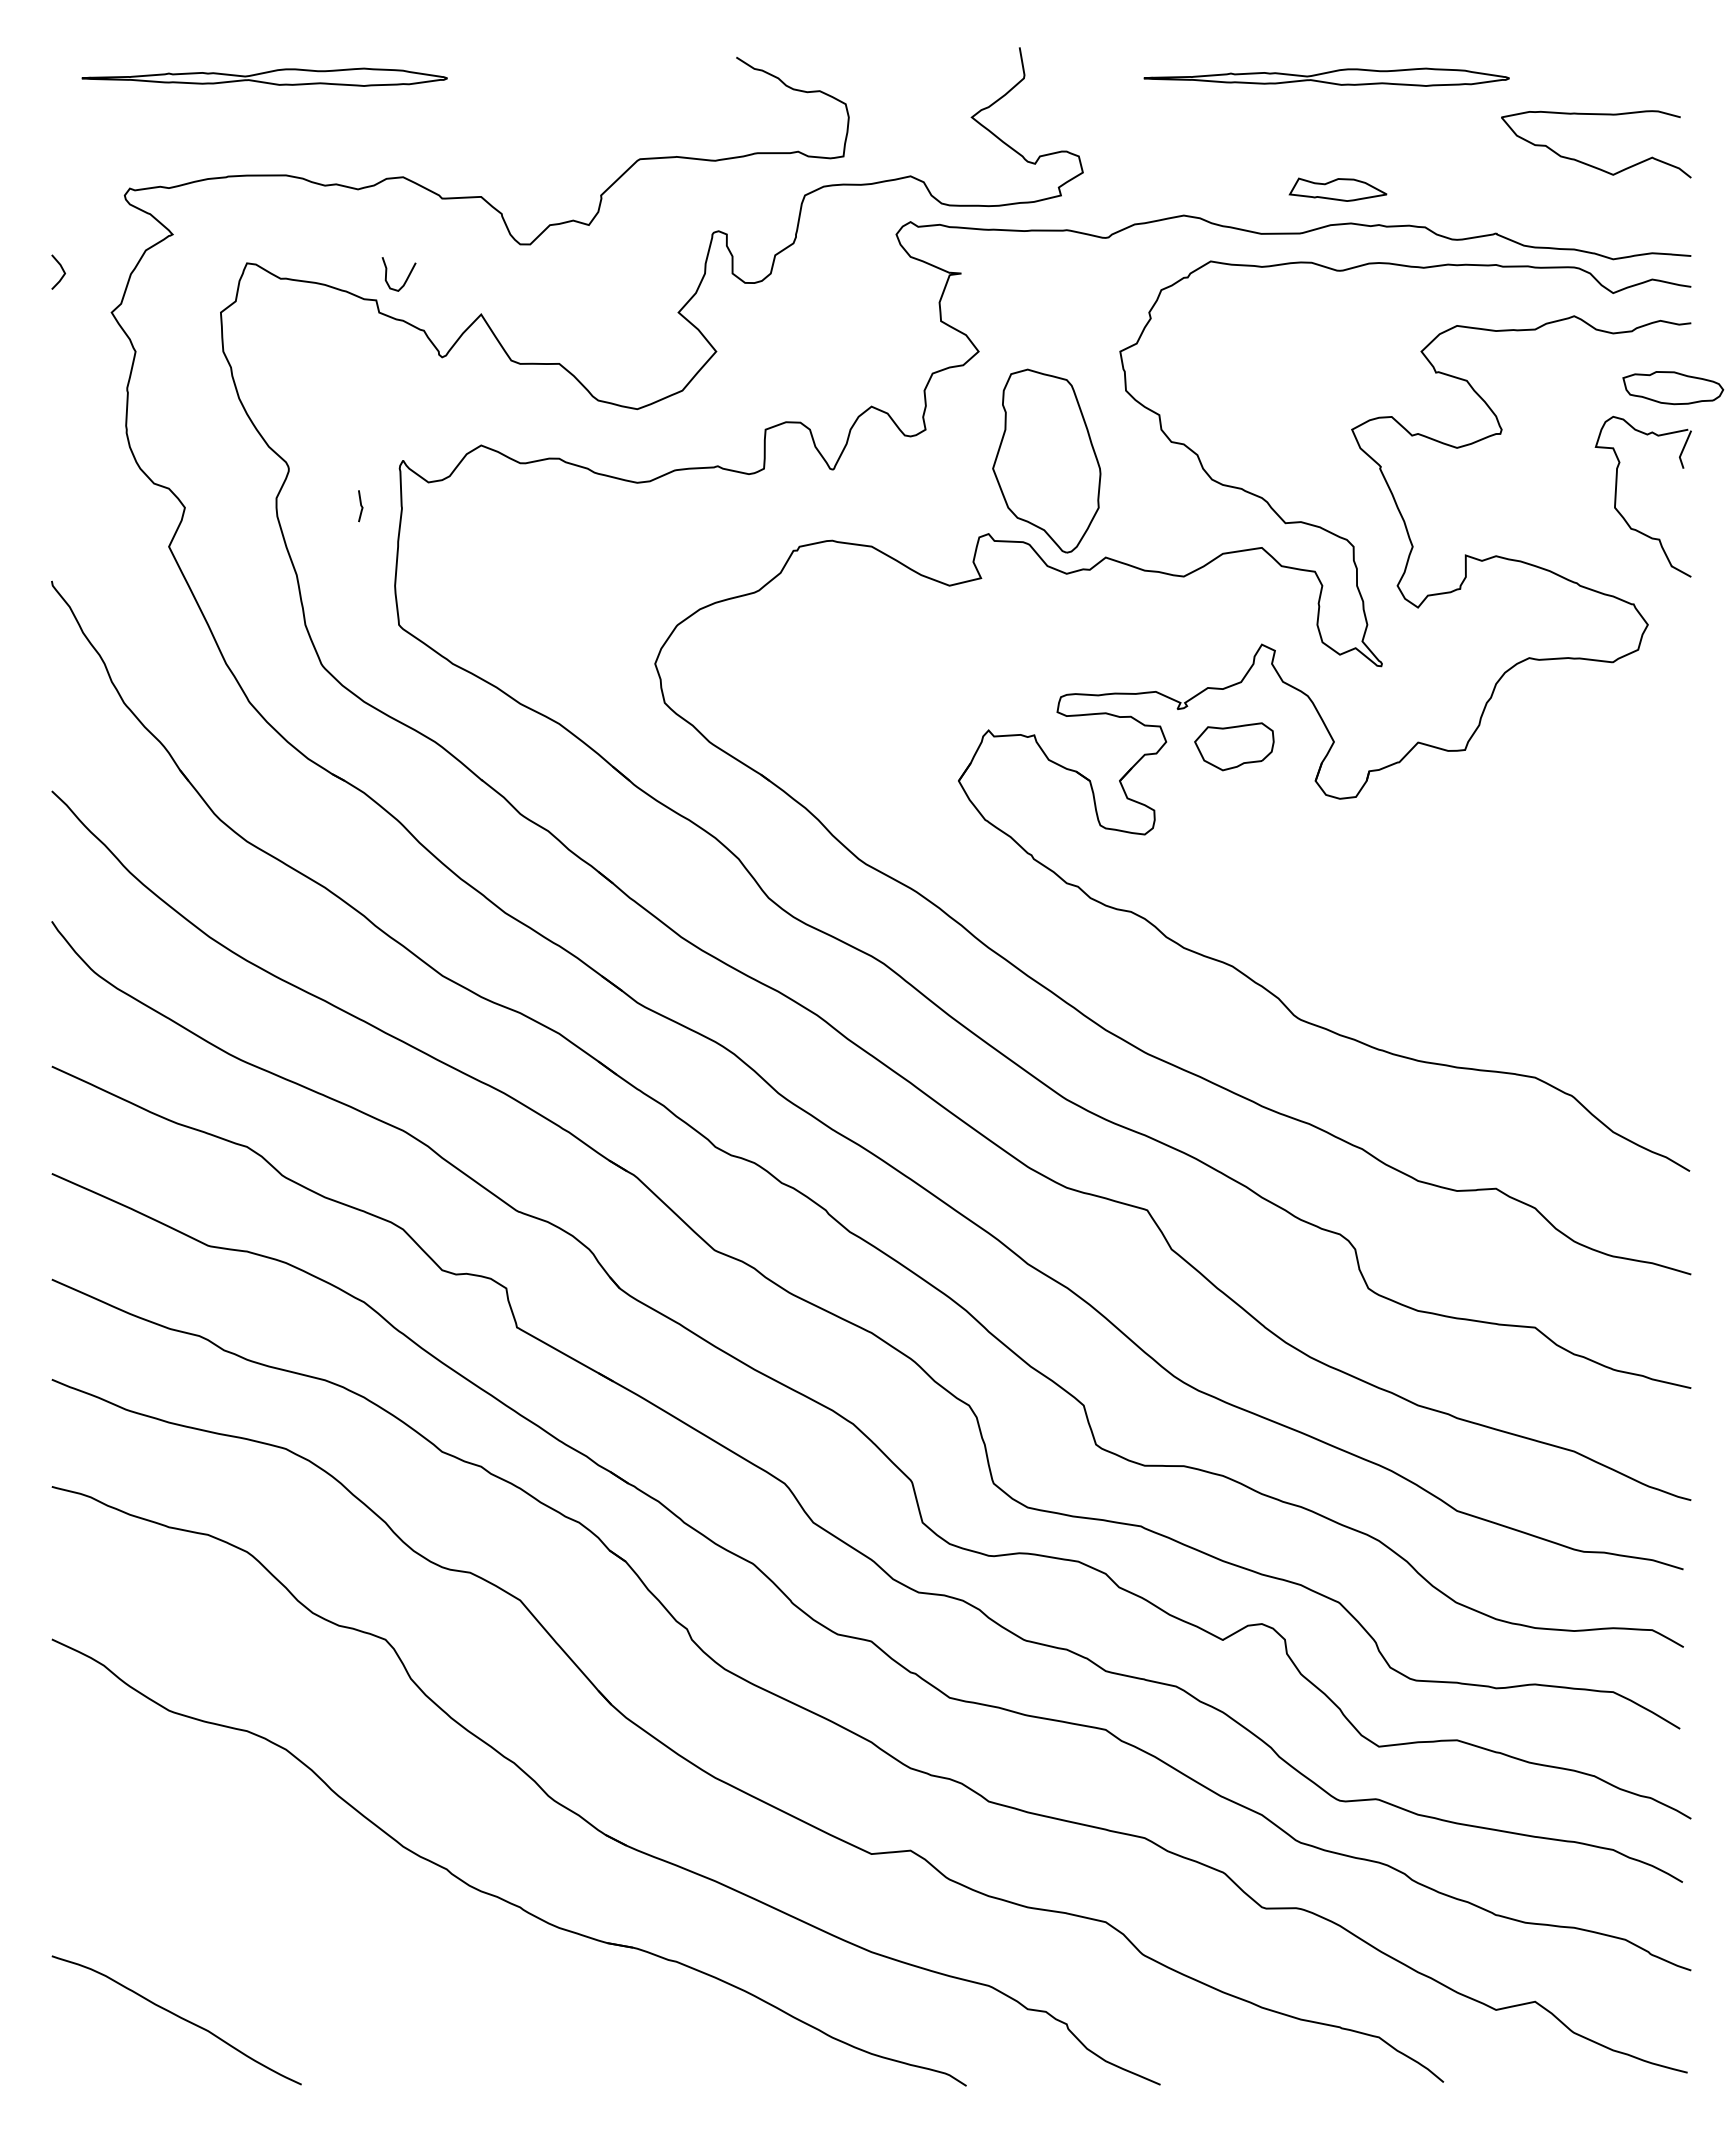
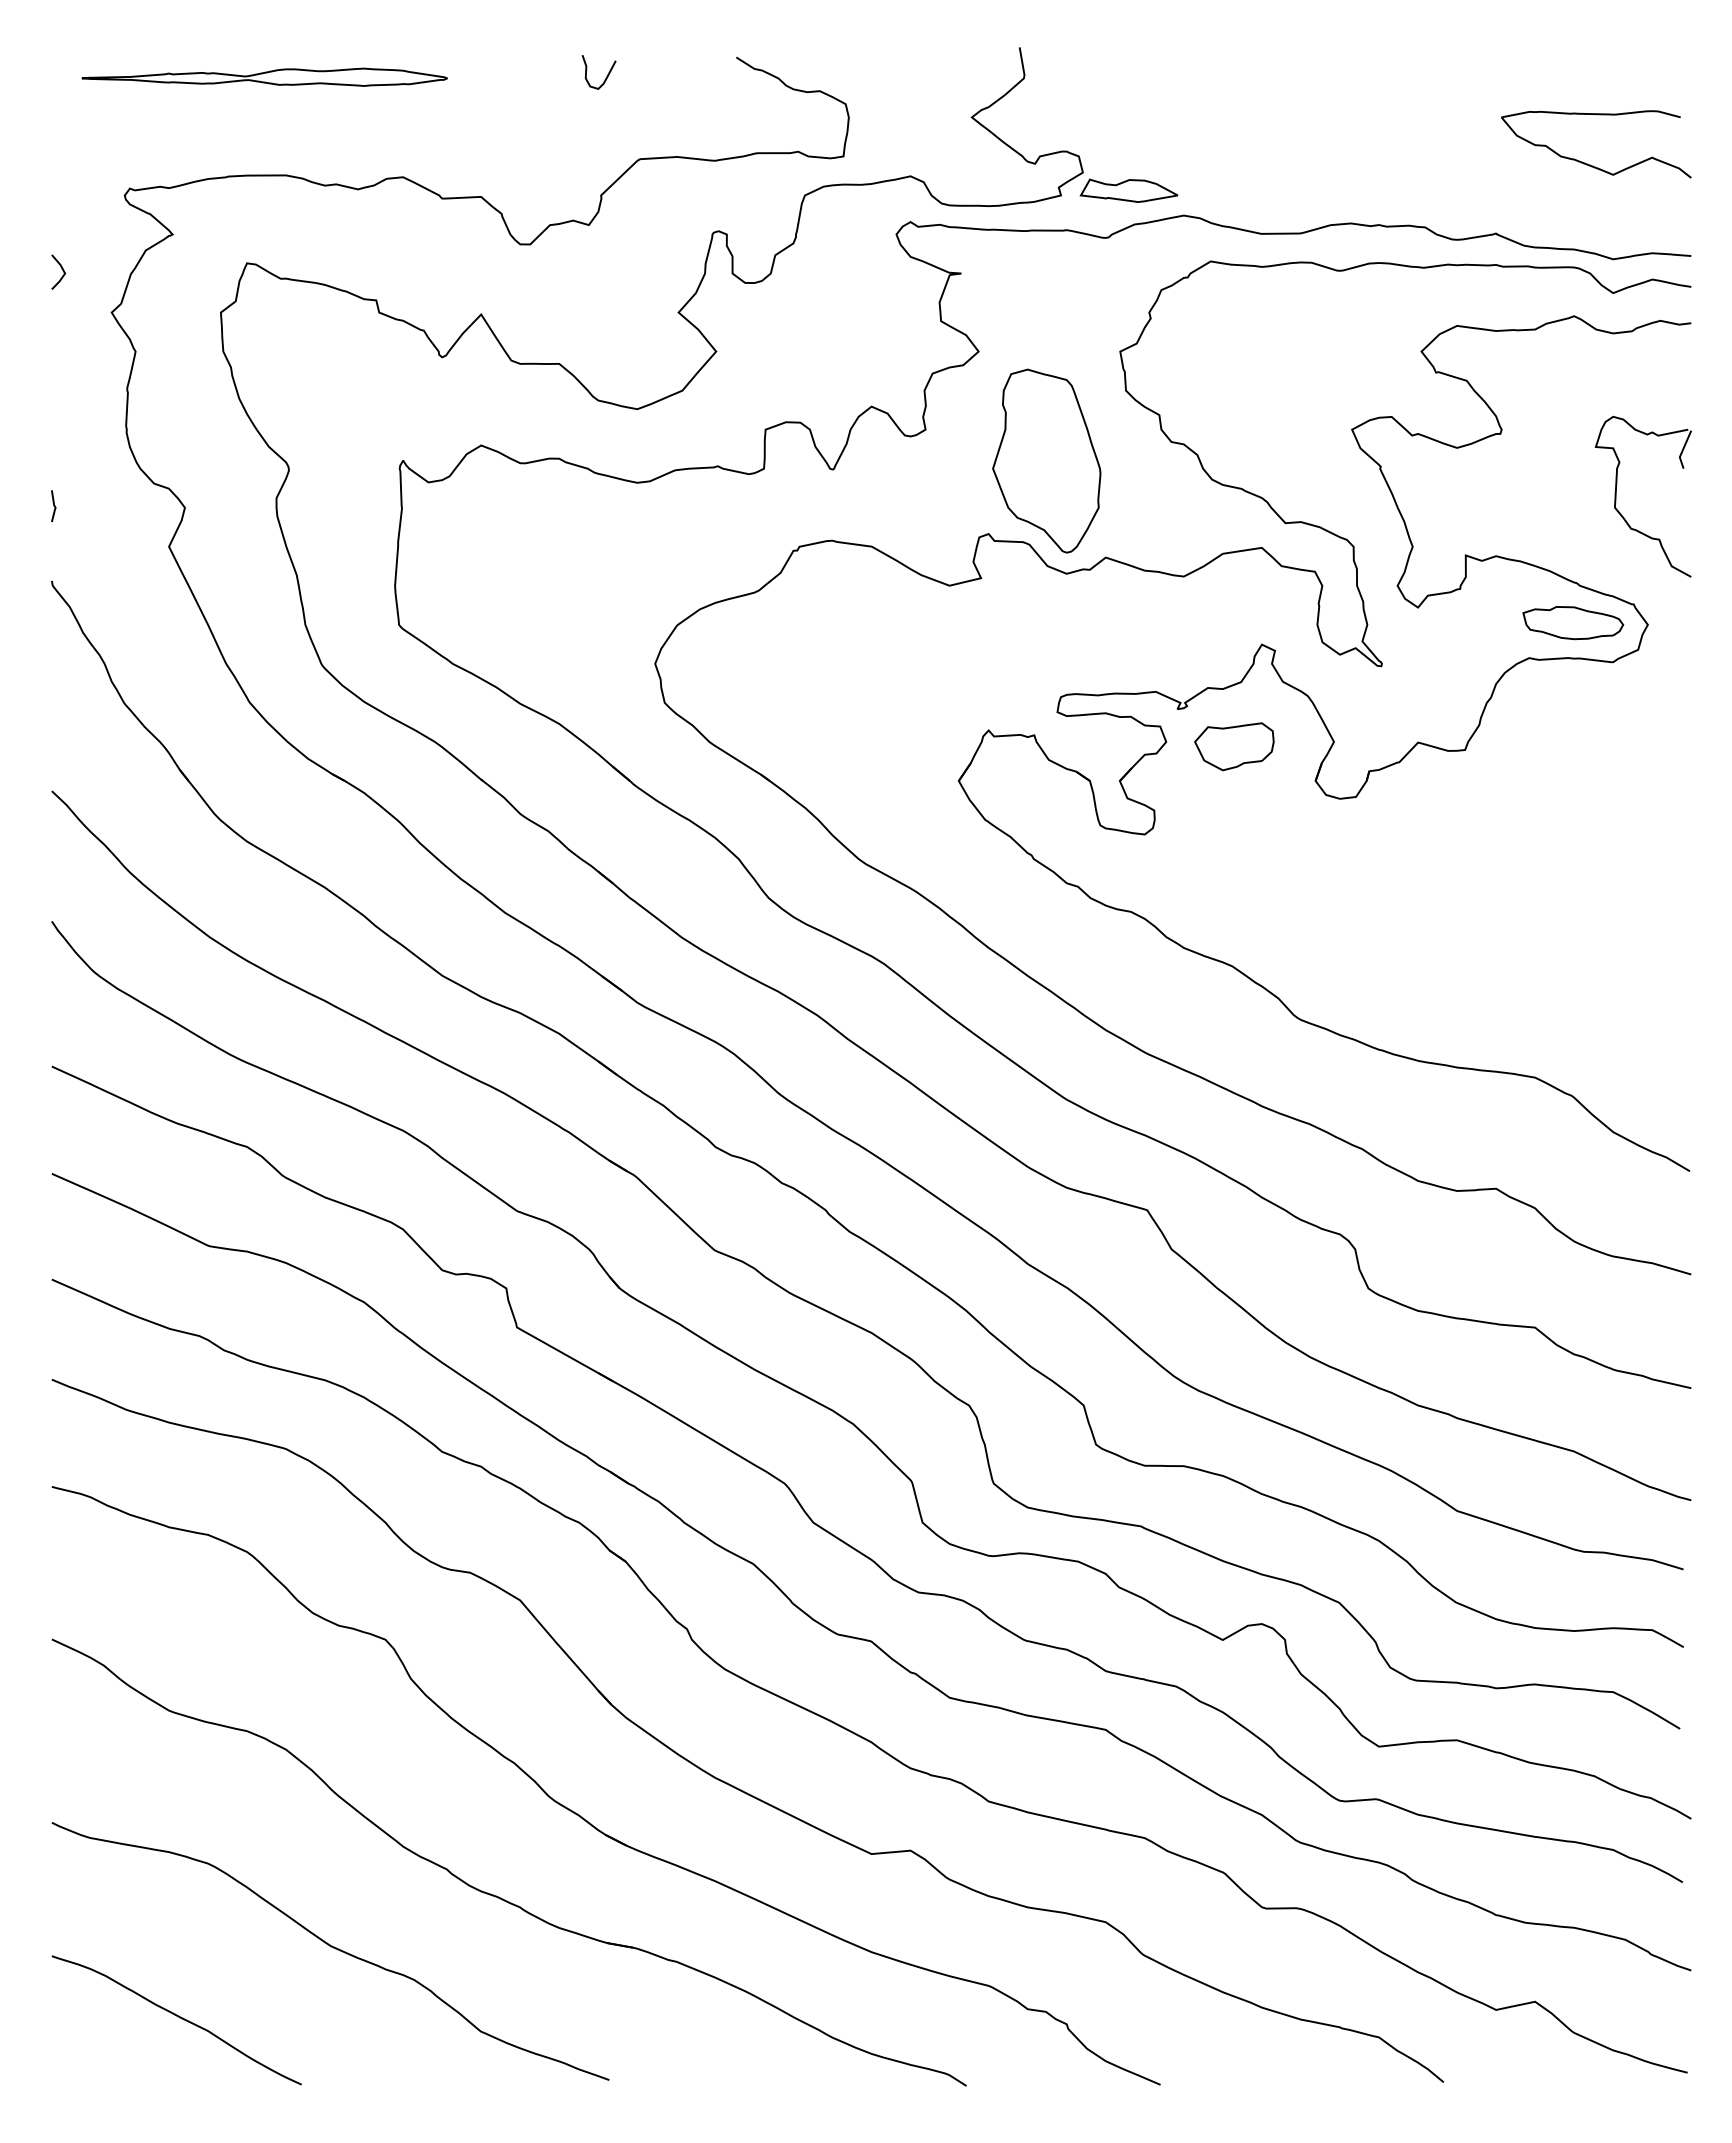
part at (1326, 76): present -> none
part at (1337, 189) position: (1337, 189) -> (1128, 190)
curve at (406, 278) position: (406, 278) -> (606, 76)
part at (1673, 388) position: (1673, 388) -> (1573, 623)
line at (360, 506) position: (360, 506) -> (53, 506)
curve at (331, 1947): none -> present
